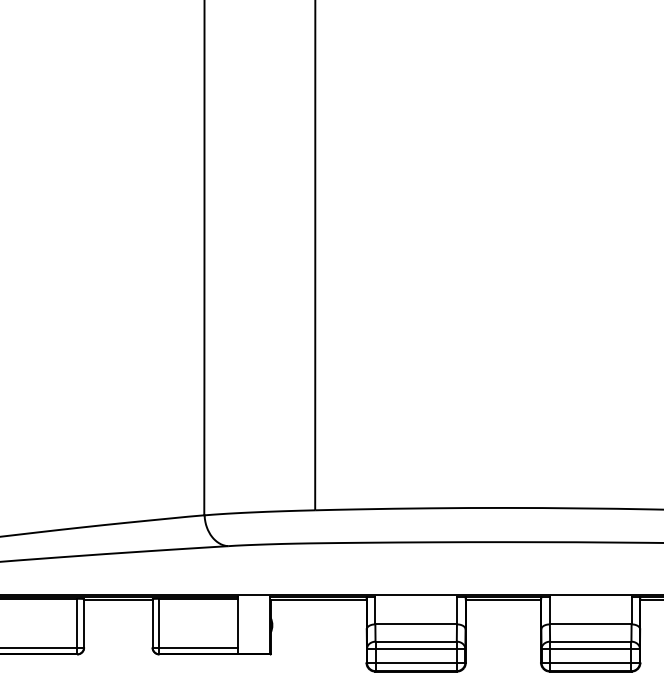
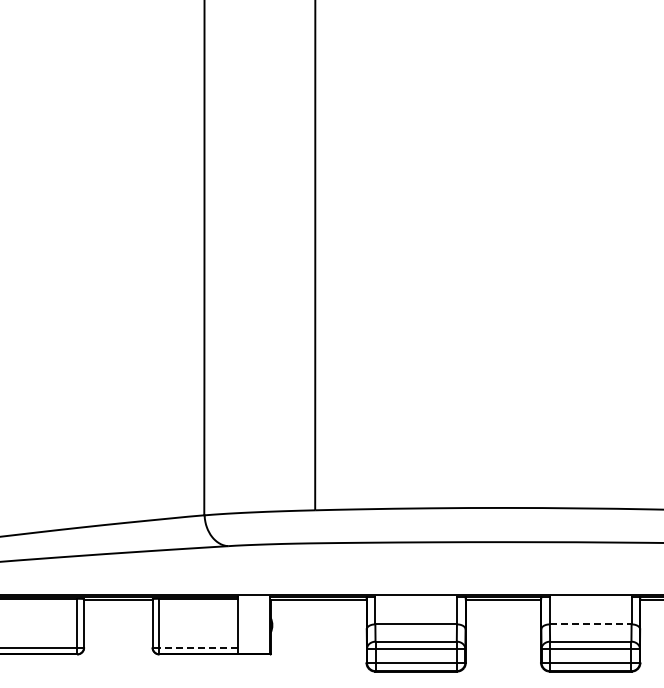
line at (590, 624): solid -> dashed
line at (195, 647): solid -> dashed
